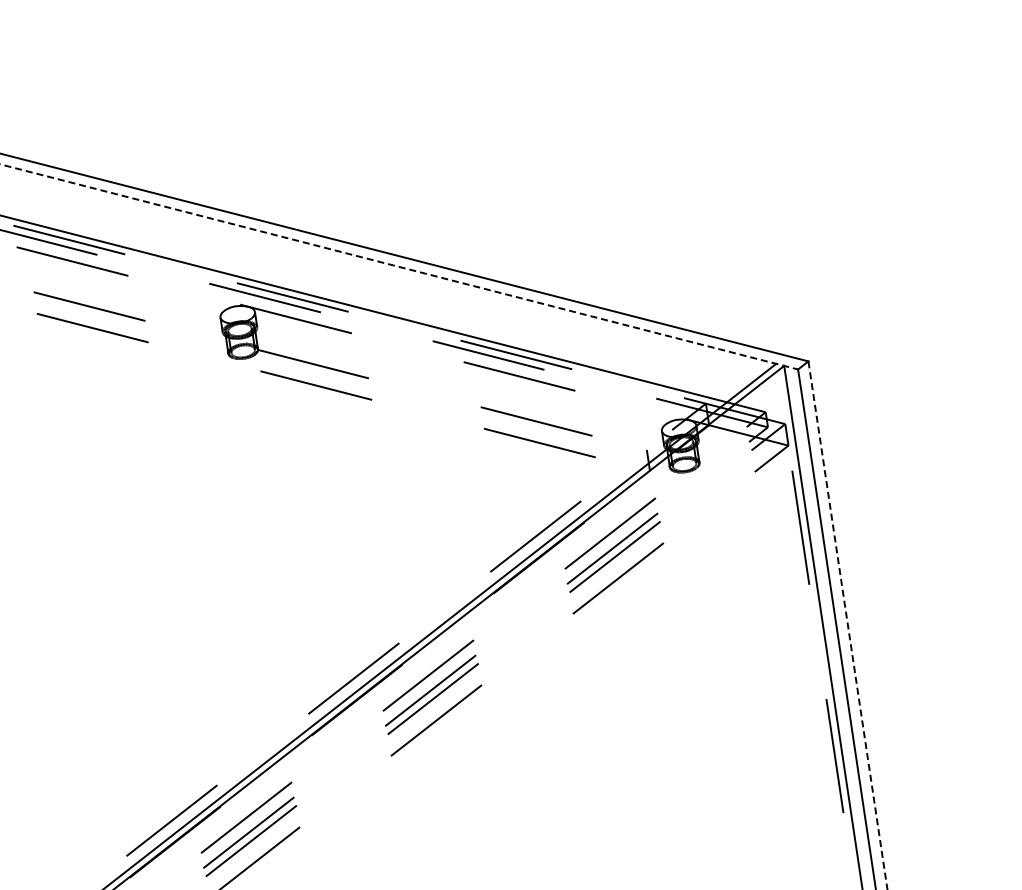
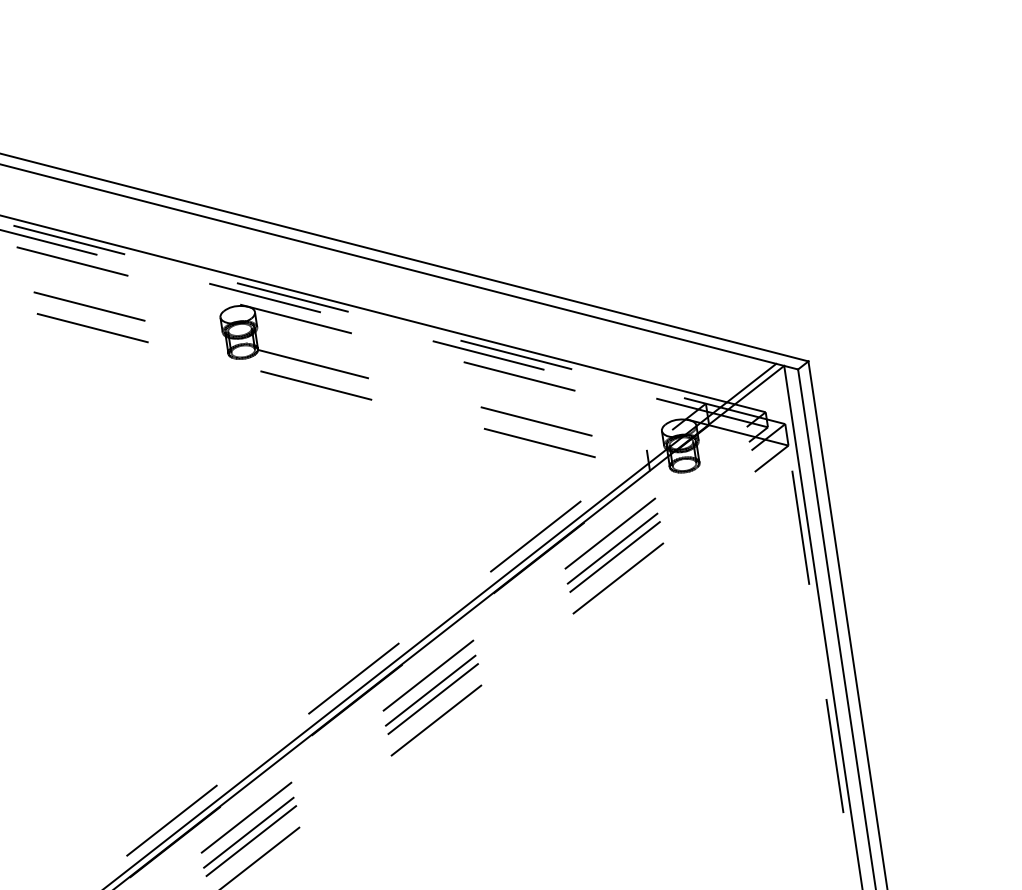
line at (399, 266): dashed -> solid
line at (847, 625): dashed -> solid
